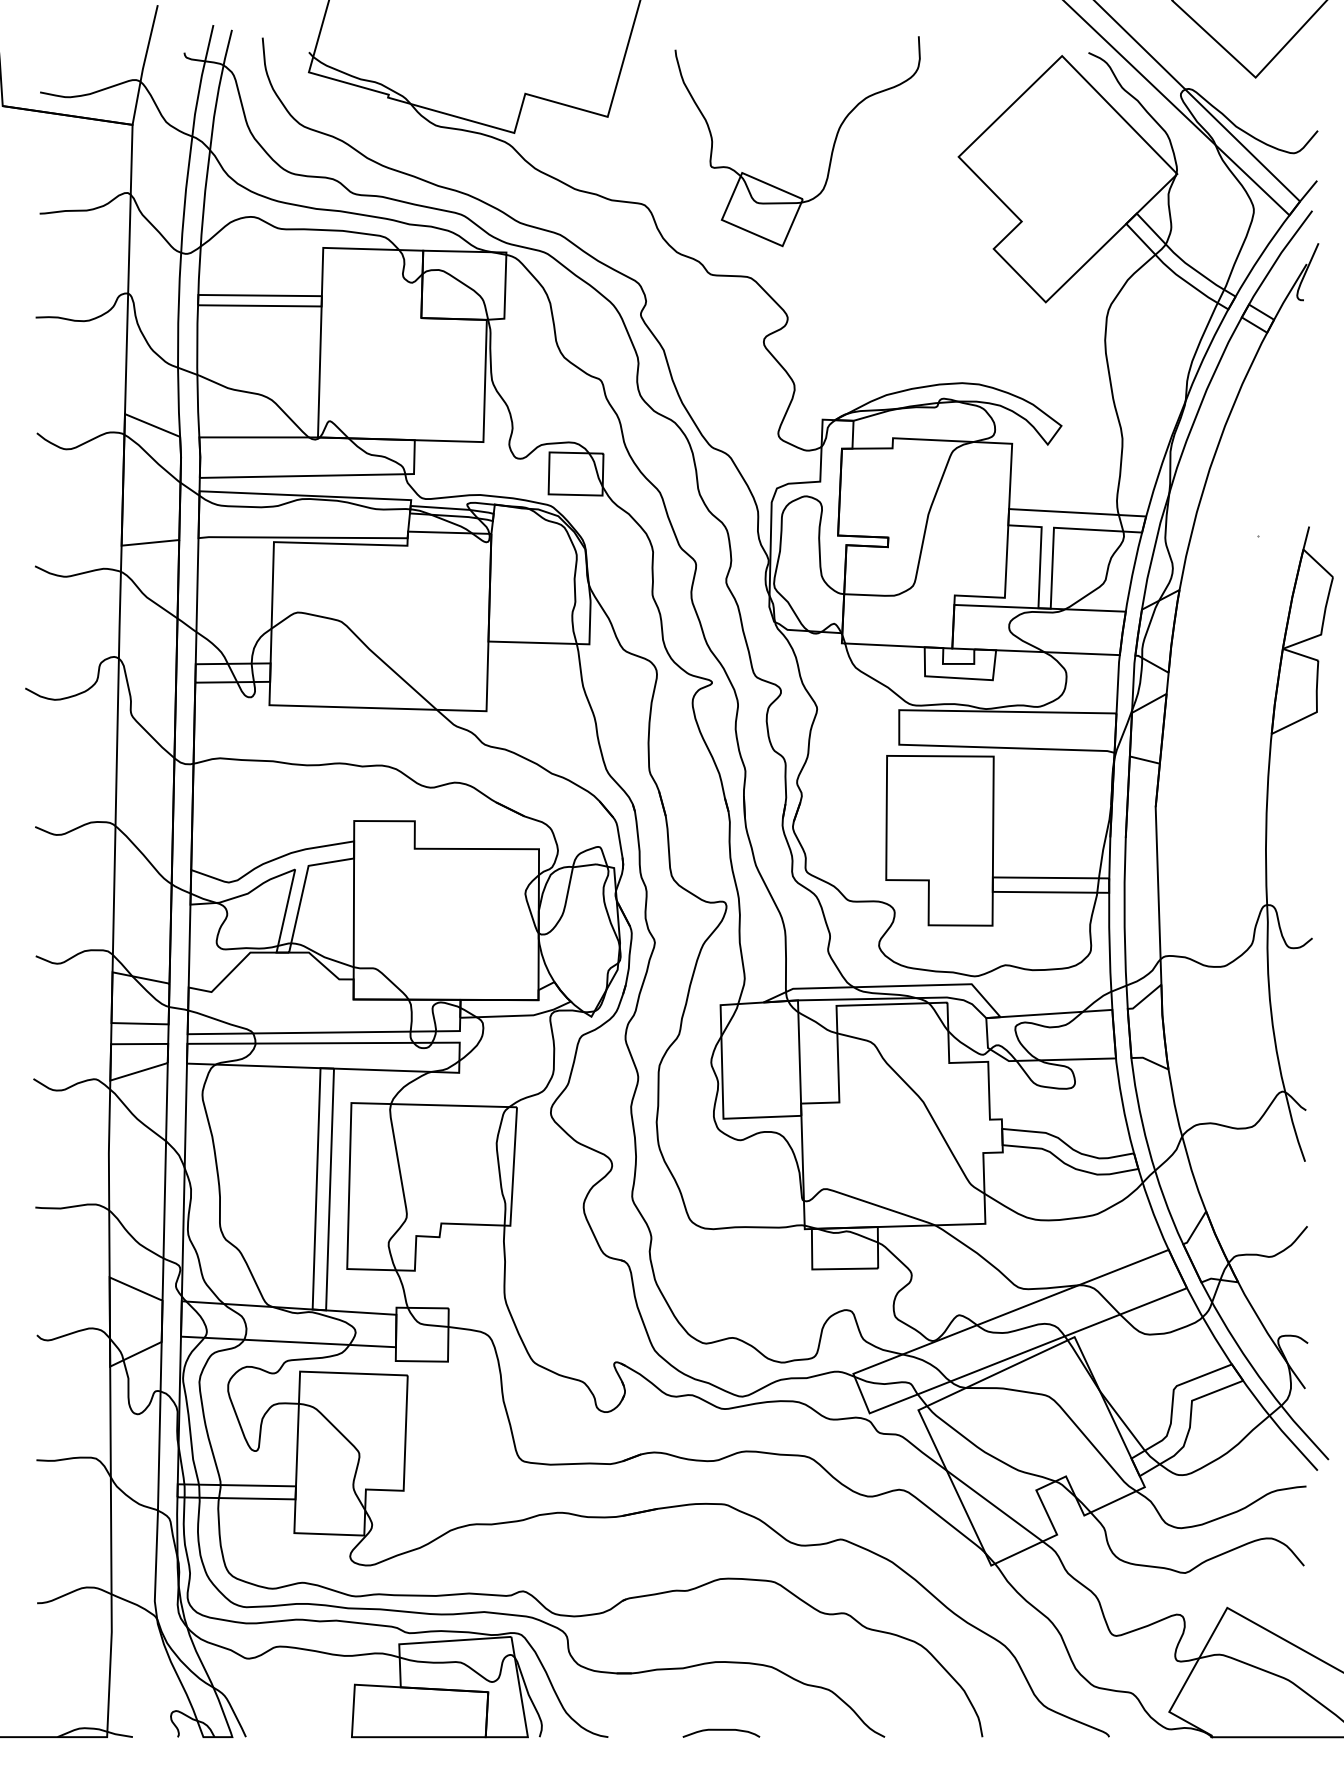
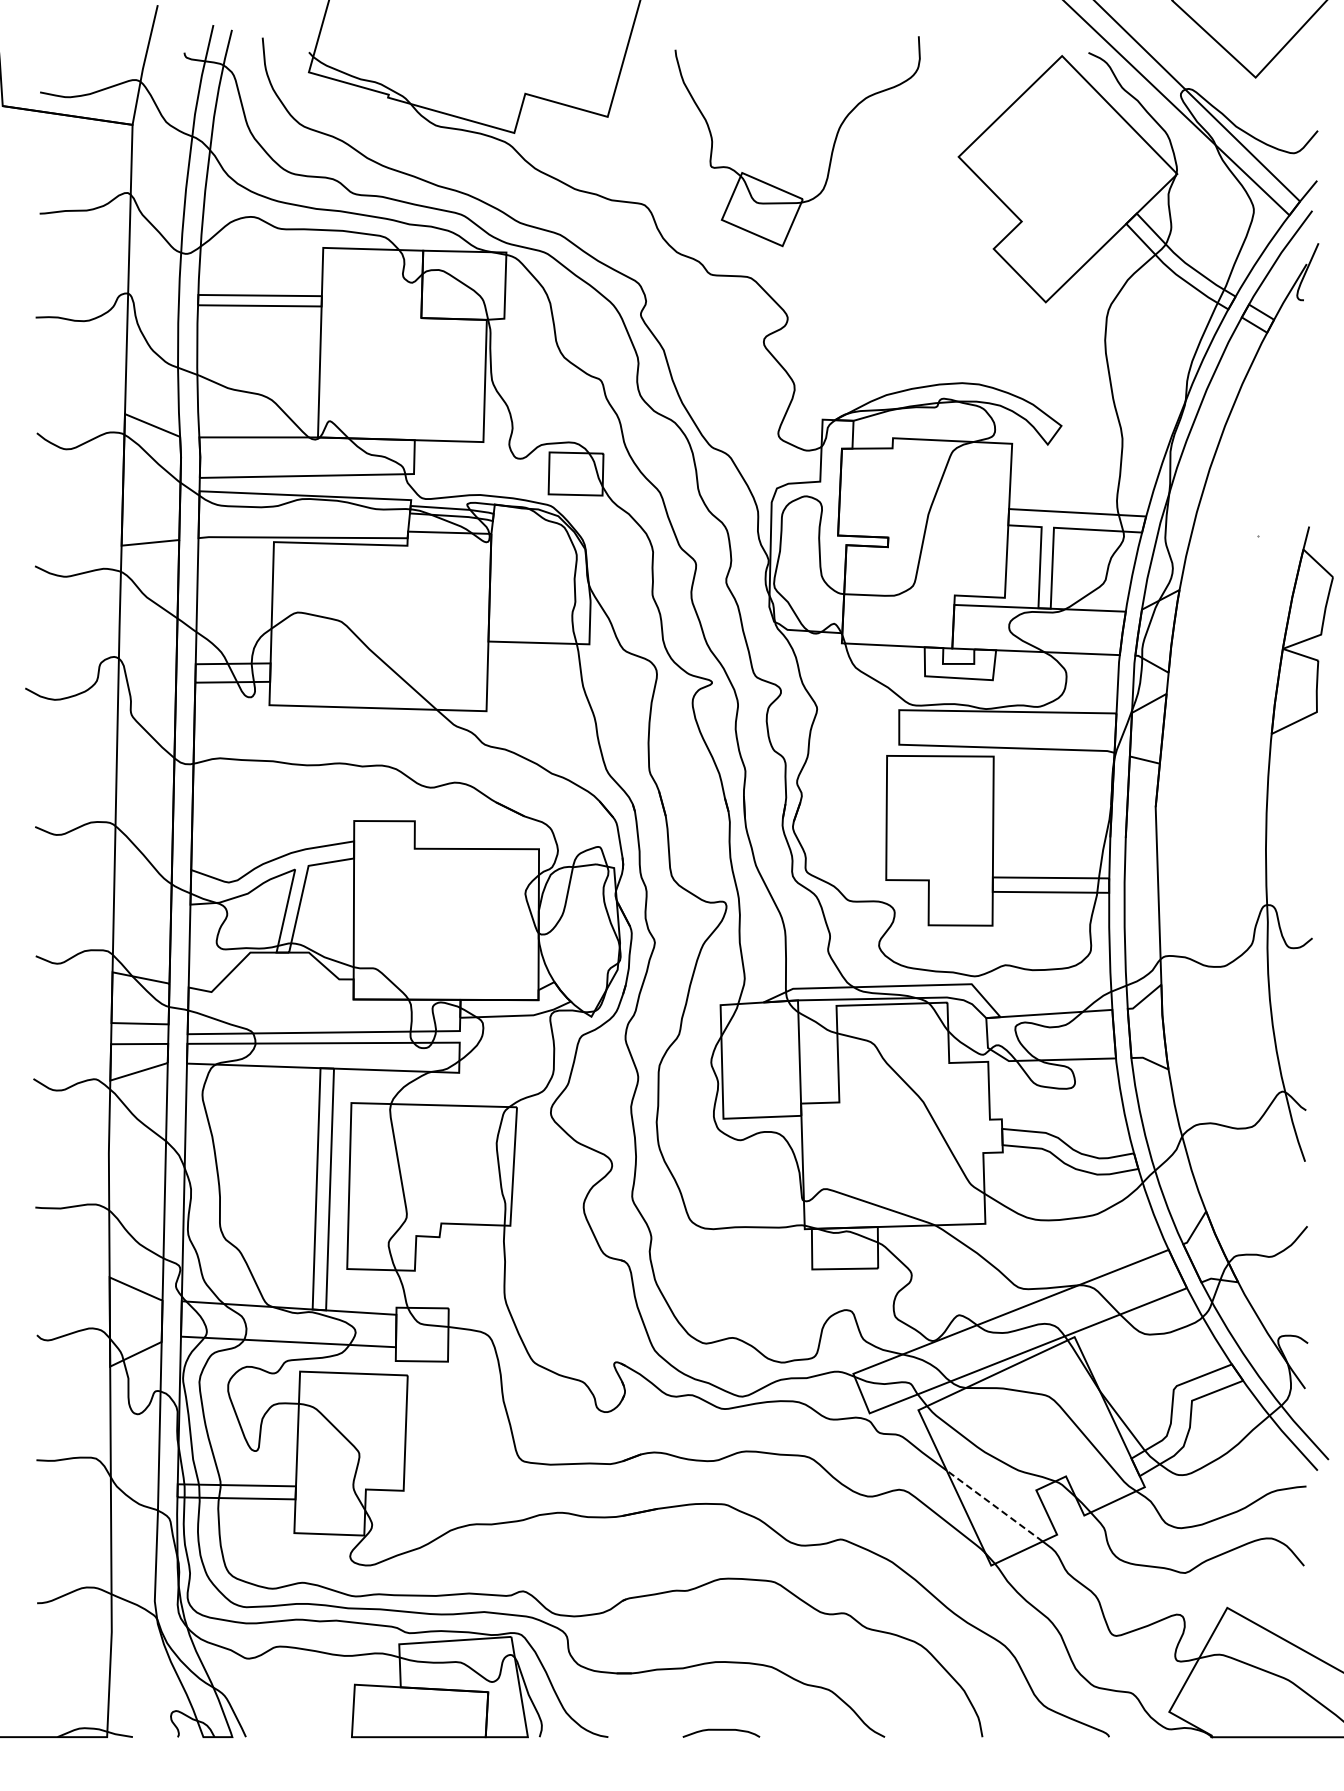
line at (994, 1506): solid -> dashed
